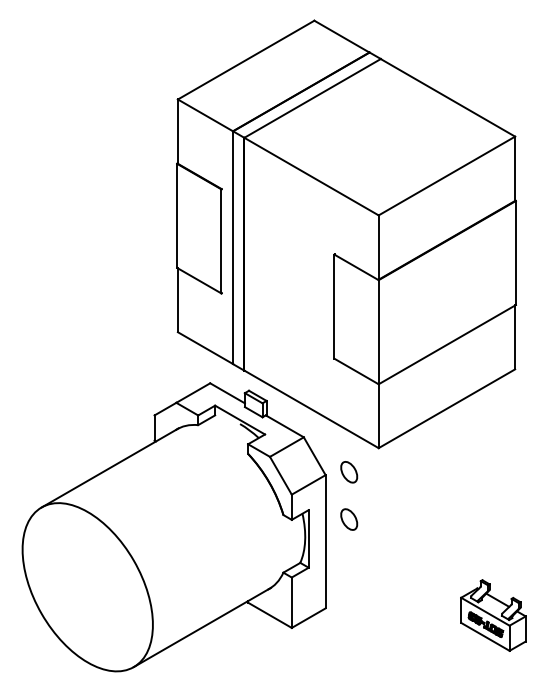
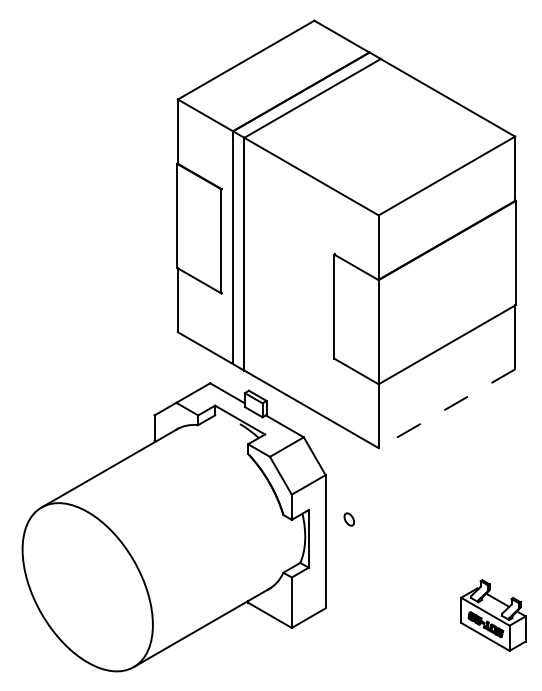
line at (446, 408): solid -> dashed
part at (349, 472): present -> none
part at (349, 519) size: 19x23 px -> 12x15 px
